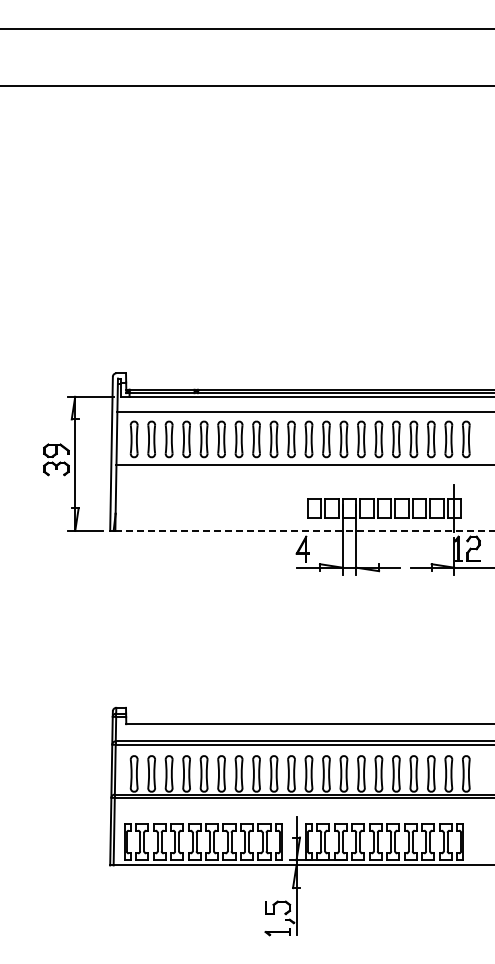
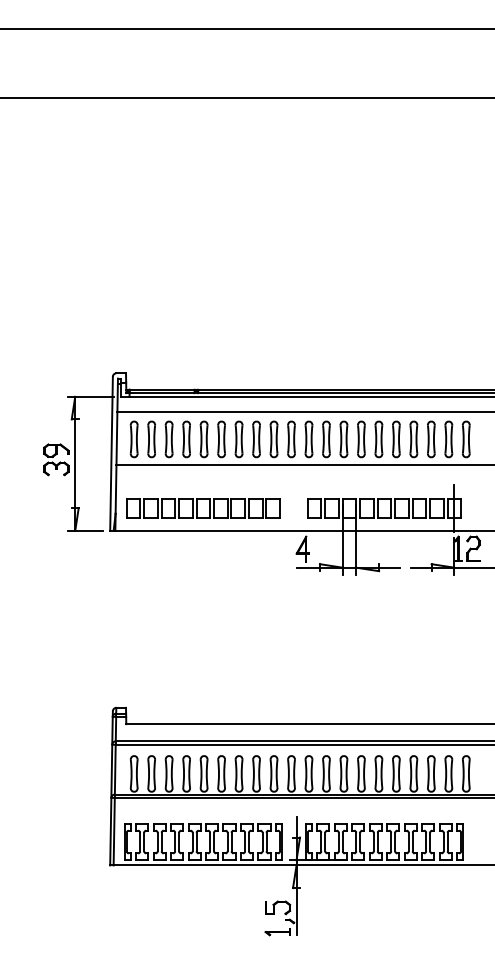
line at (246, 85) position: (246, 85) -> (246, 97)
part at (203, 508): none -> present
line at (305, 530): dashed -> solid
